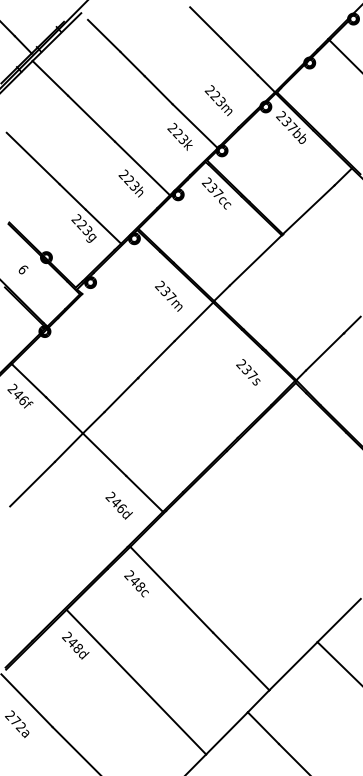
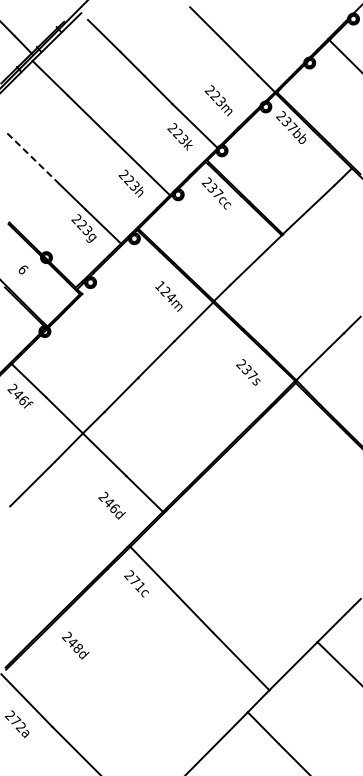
line at (33, 158): solid -> dashed
text at (165, 291): 237m -> 124m
text at (118, 505) position: (118, 505) -> (111, 505)
text at (137, 583): 248c -> 271c
line at (136, 681): present -> none
